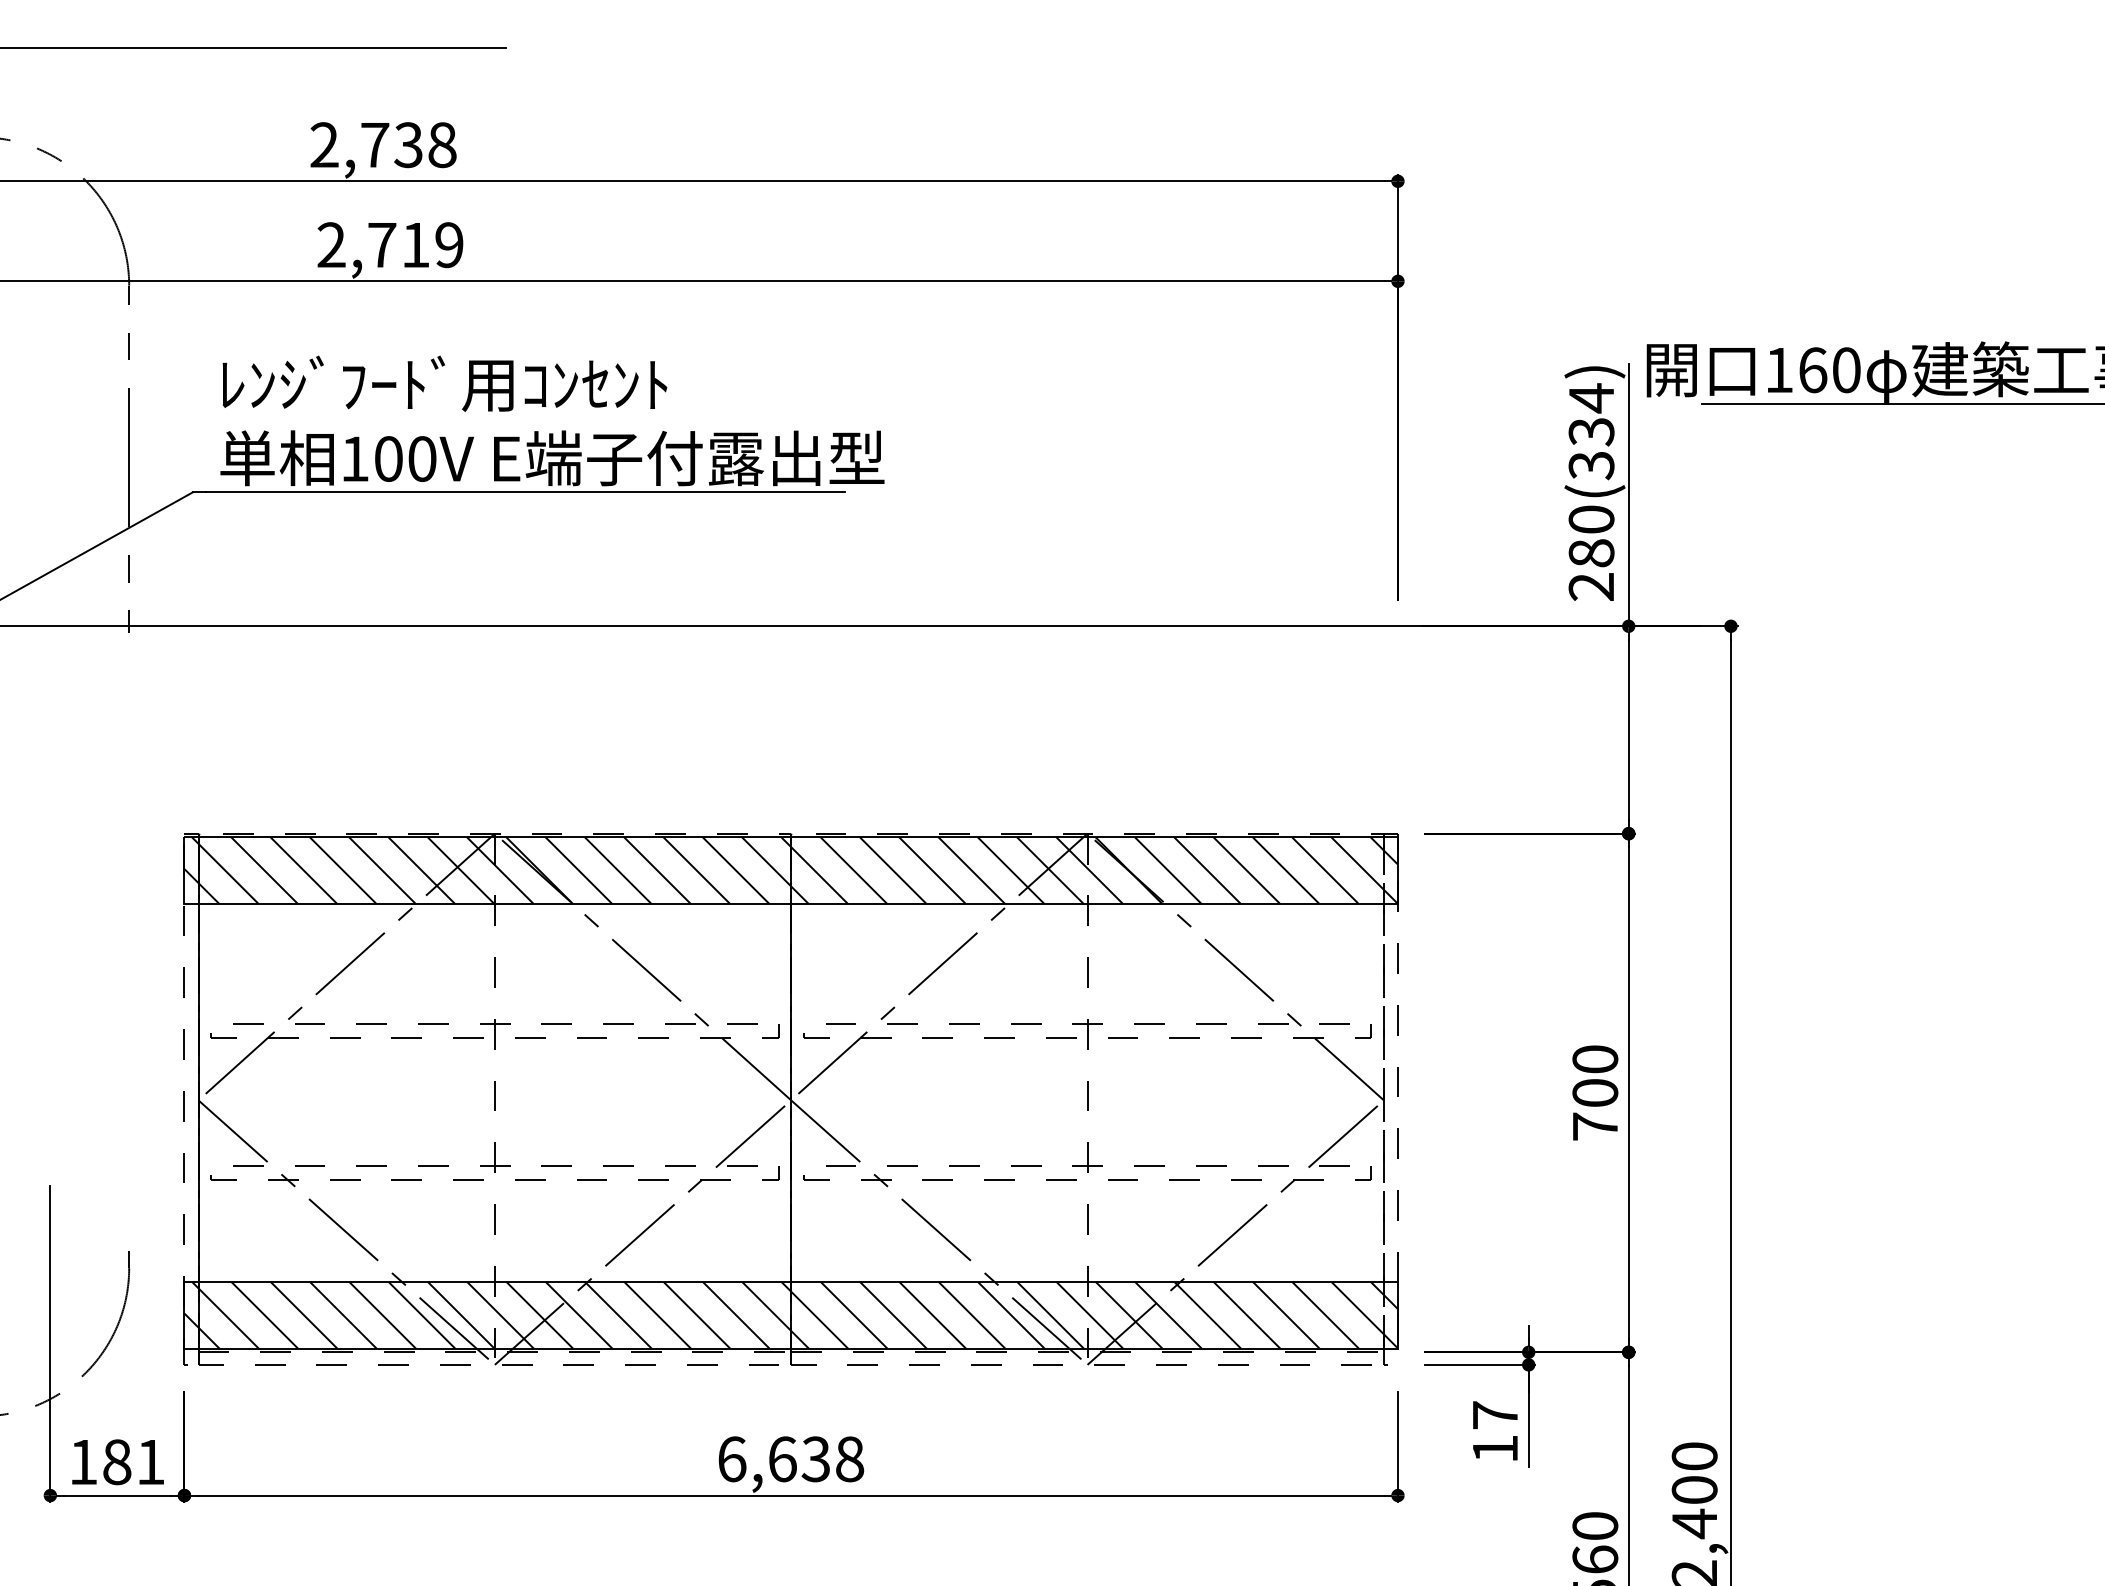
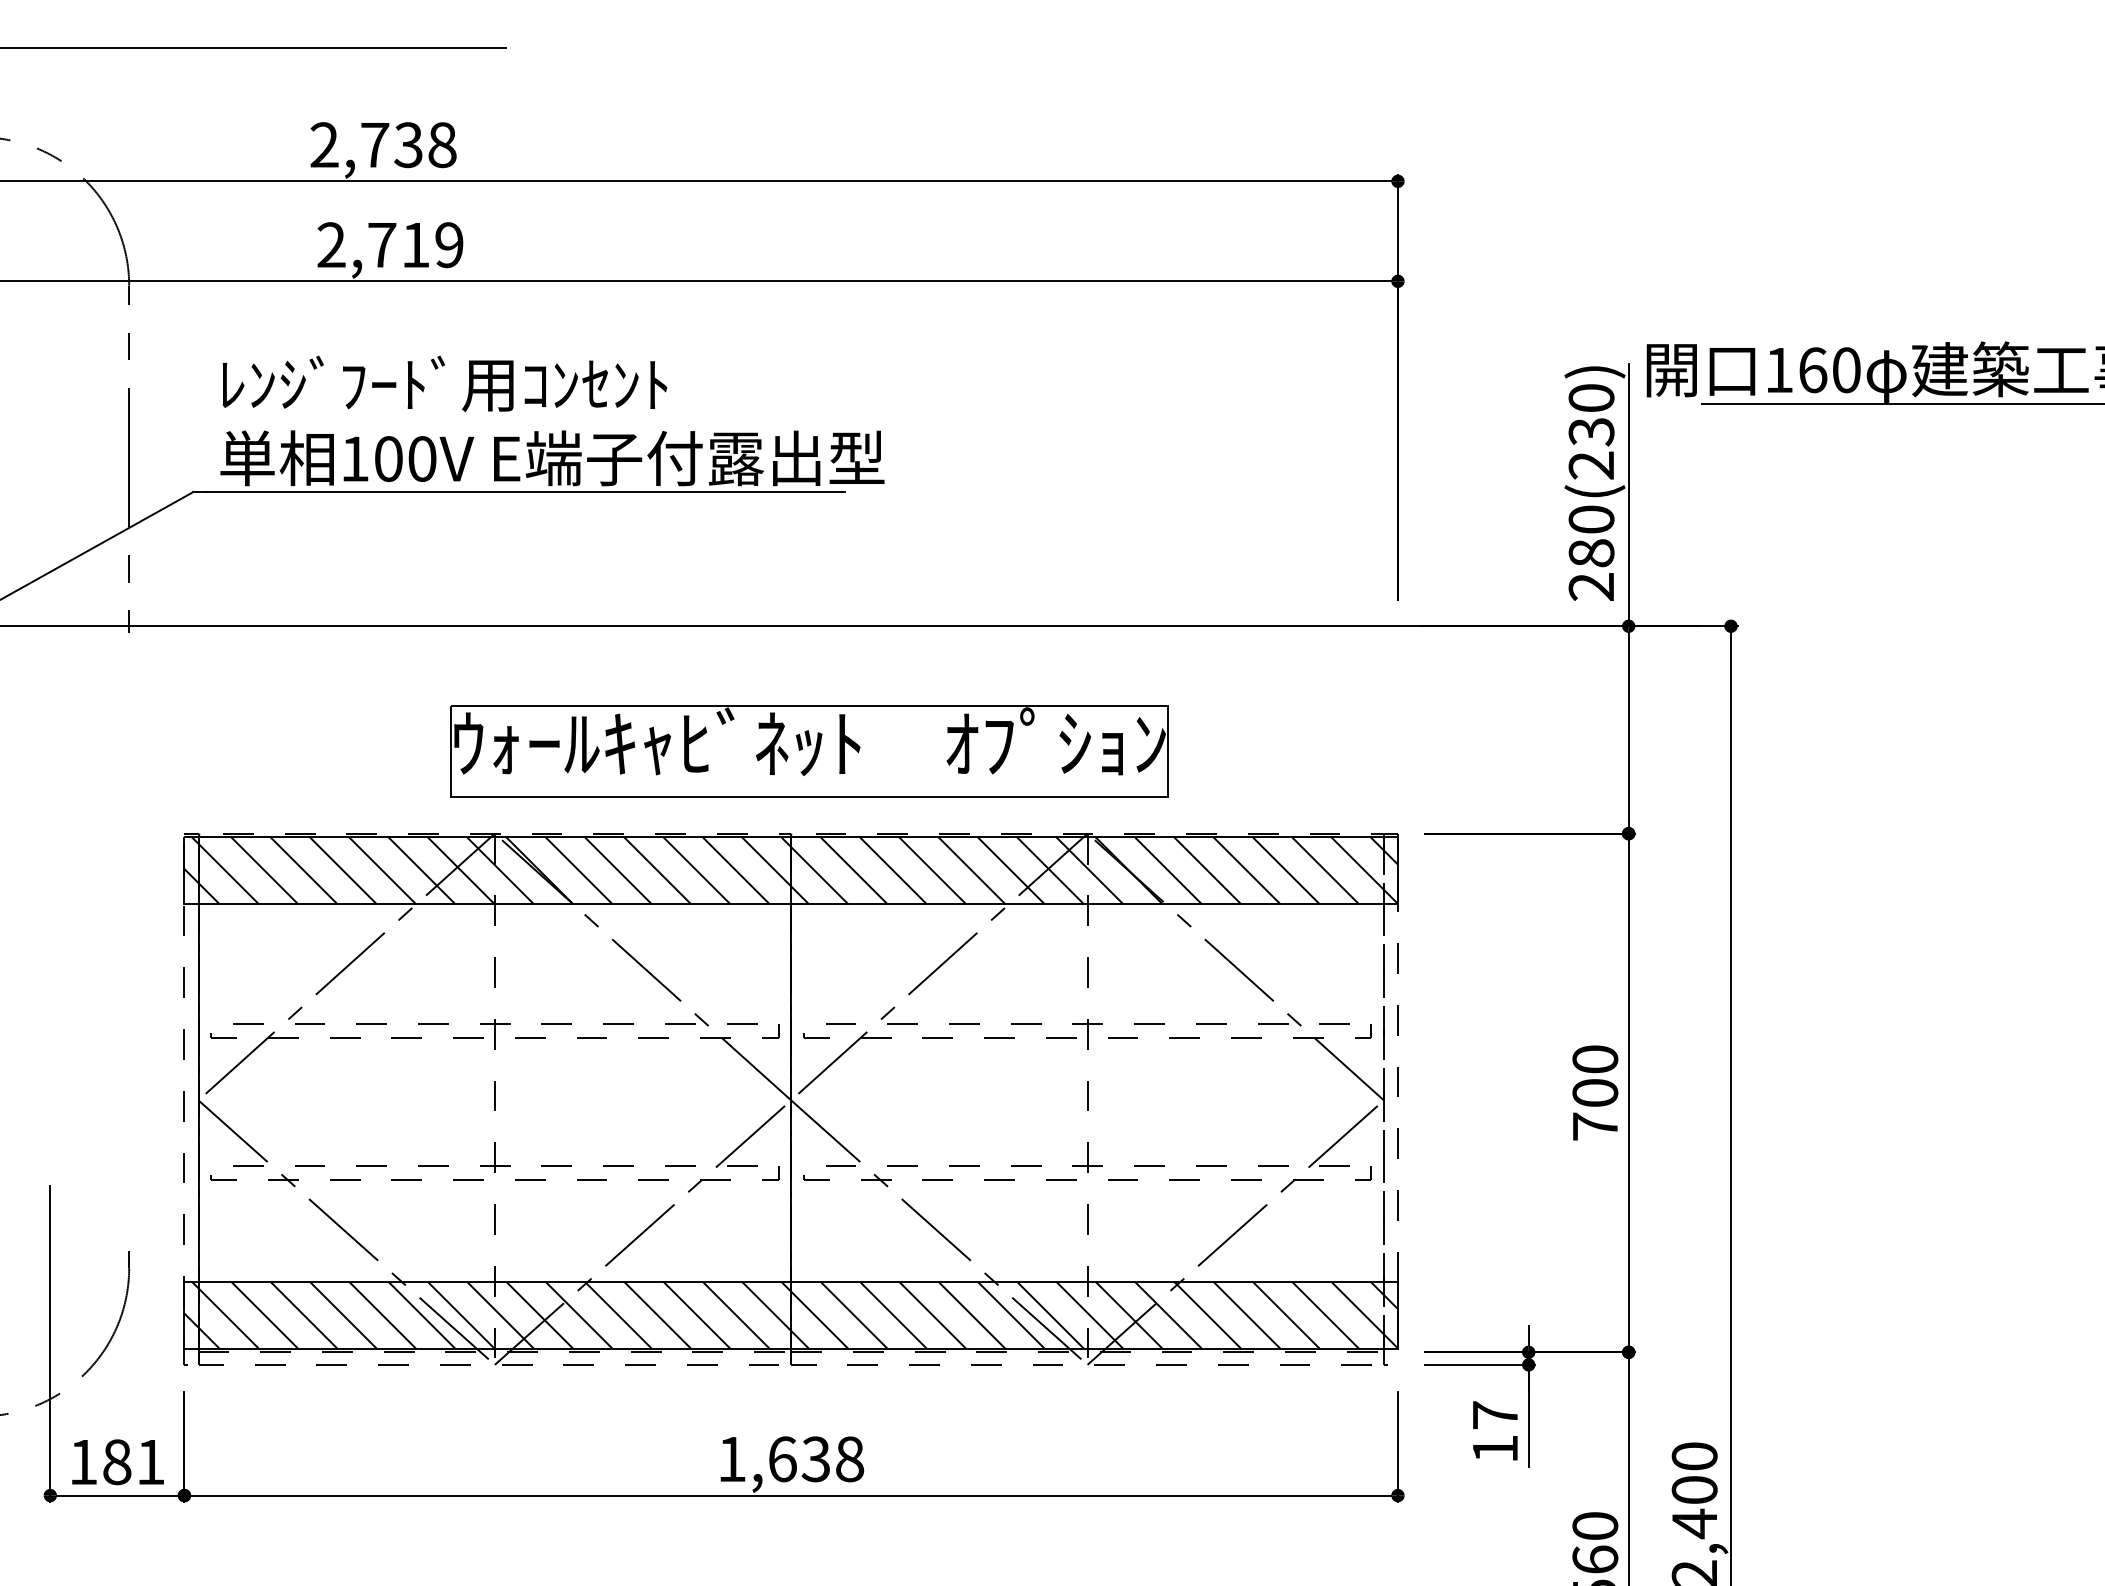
text at (1591, 431): 280(334) -> 280(230)
part at (809, 751): none -> present
text at (732, 1459): 6,638 -> 1,638
